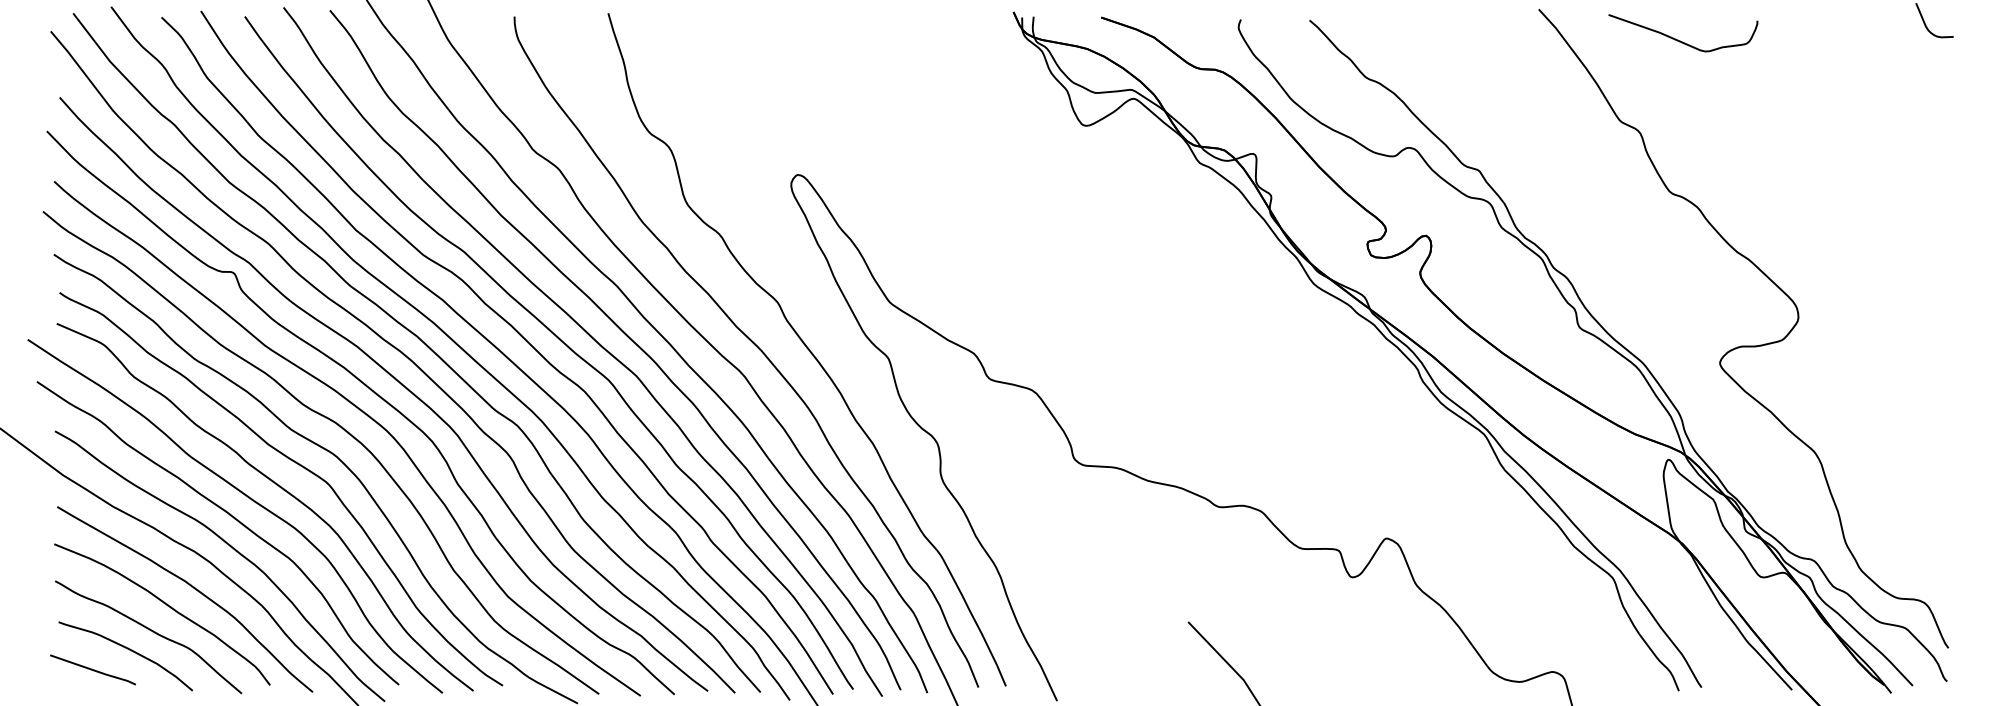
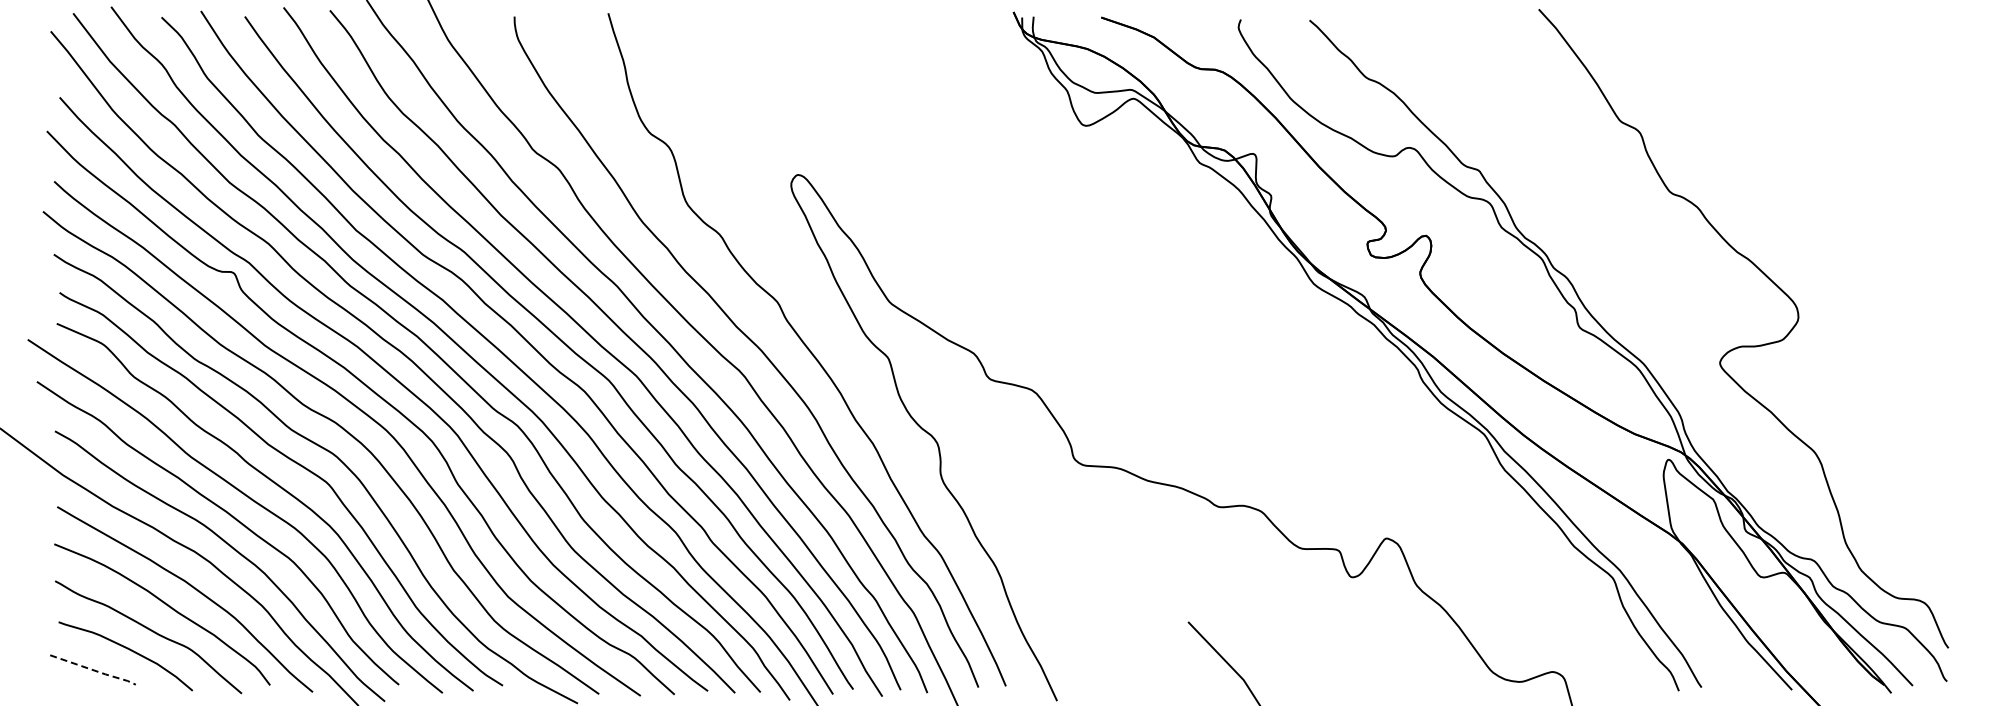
curve at (1926, 24): present -> none
curve at (1680, 40): present -> none
line at (94, 670): solid -> dashed
